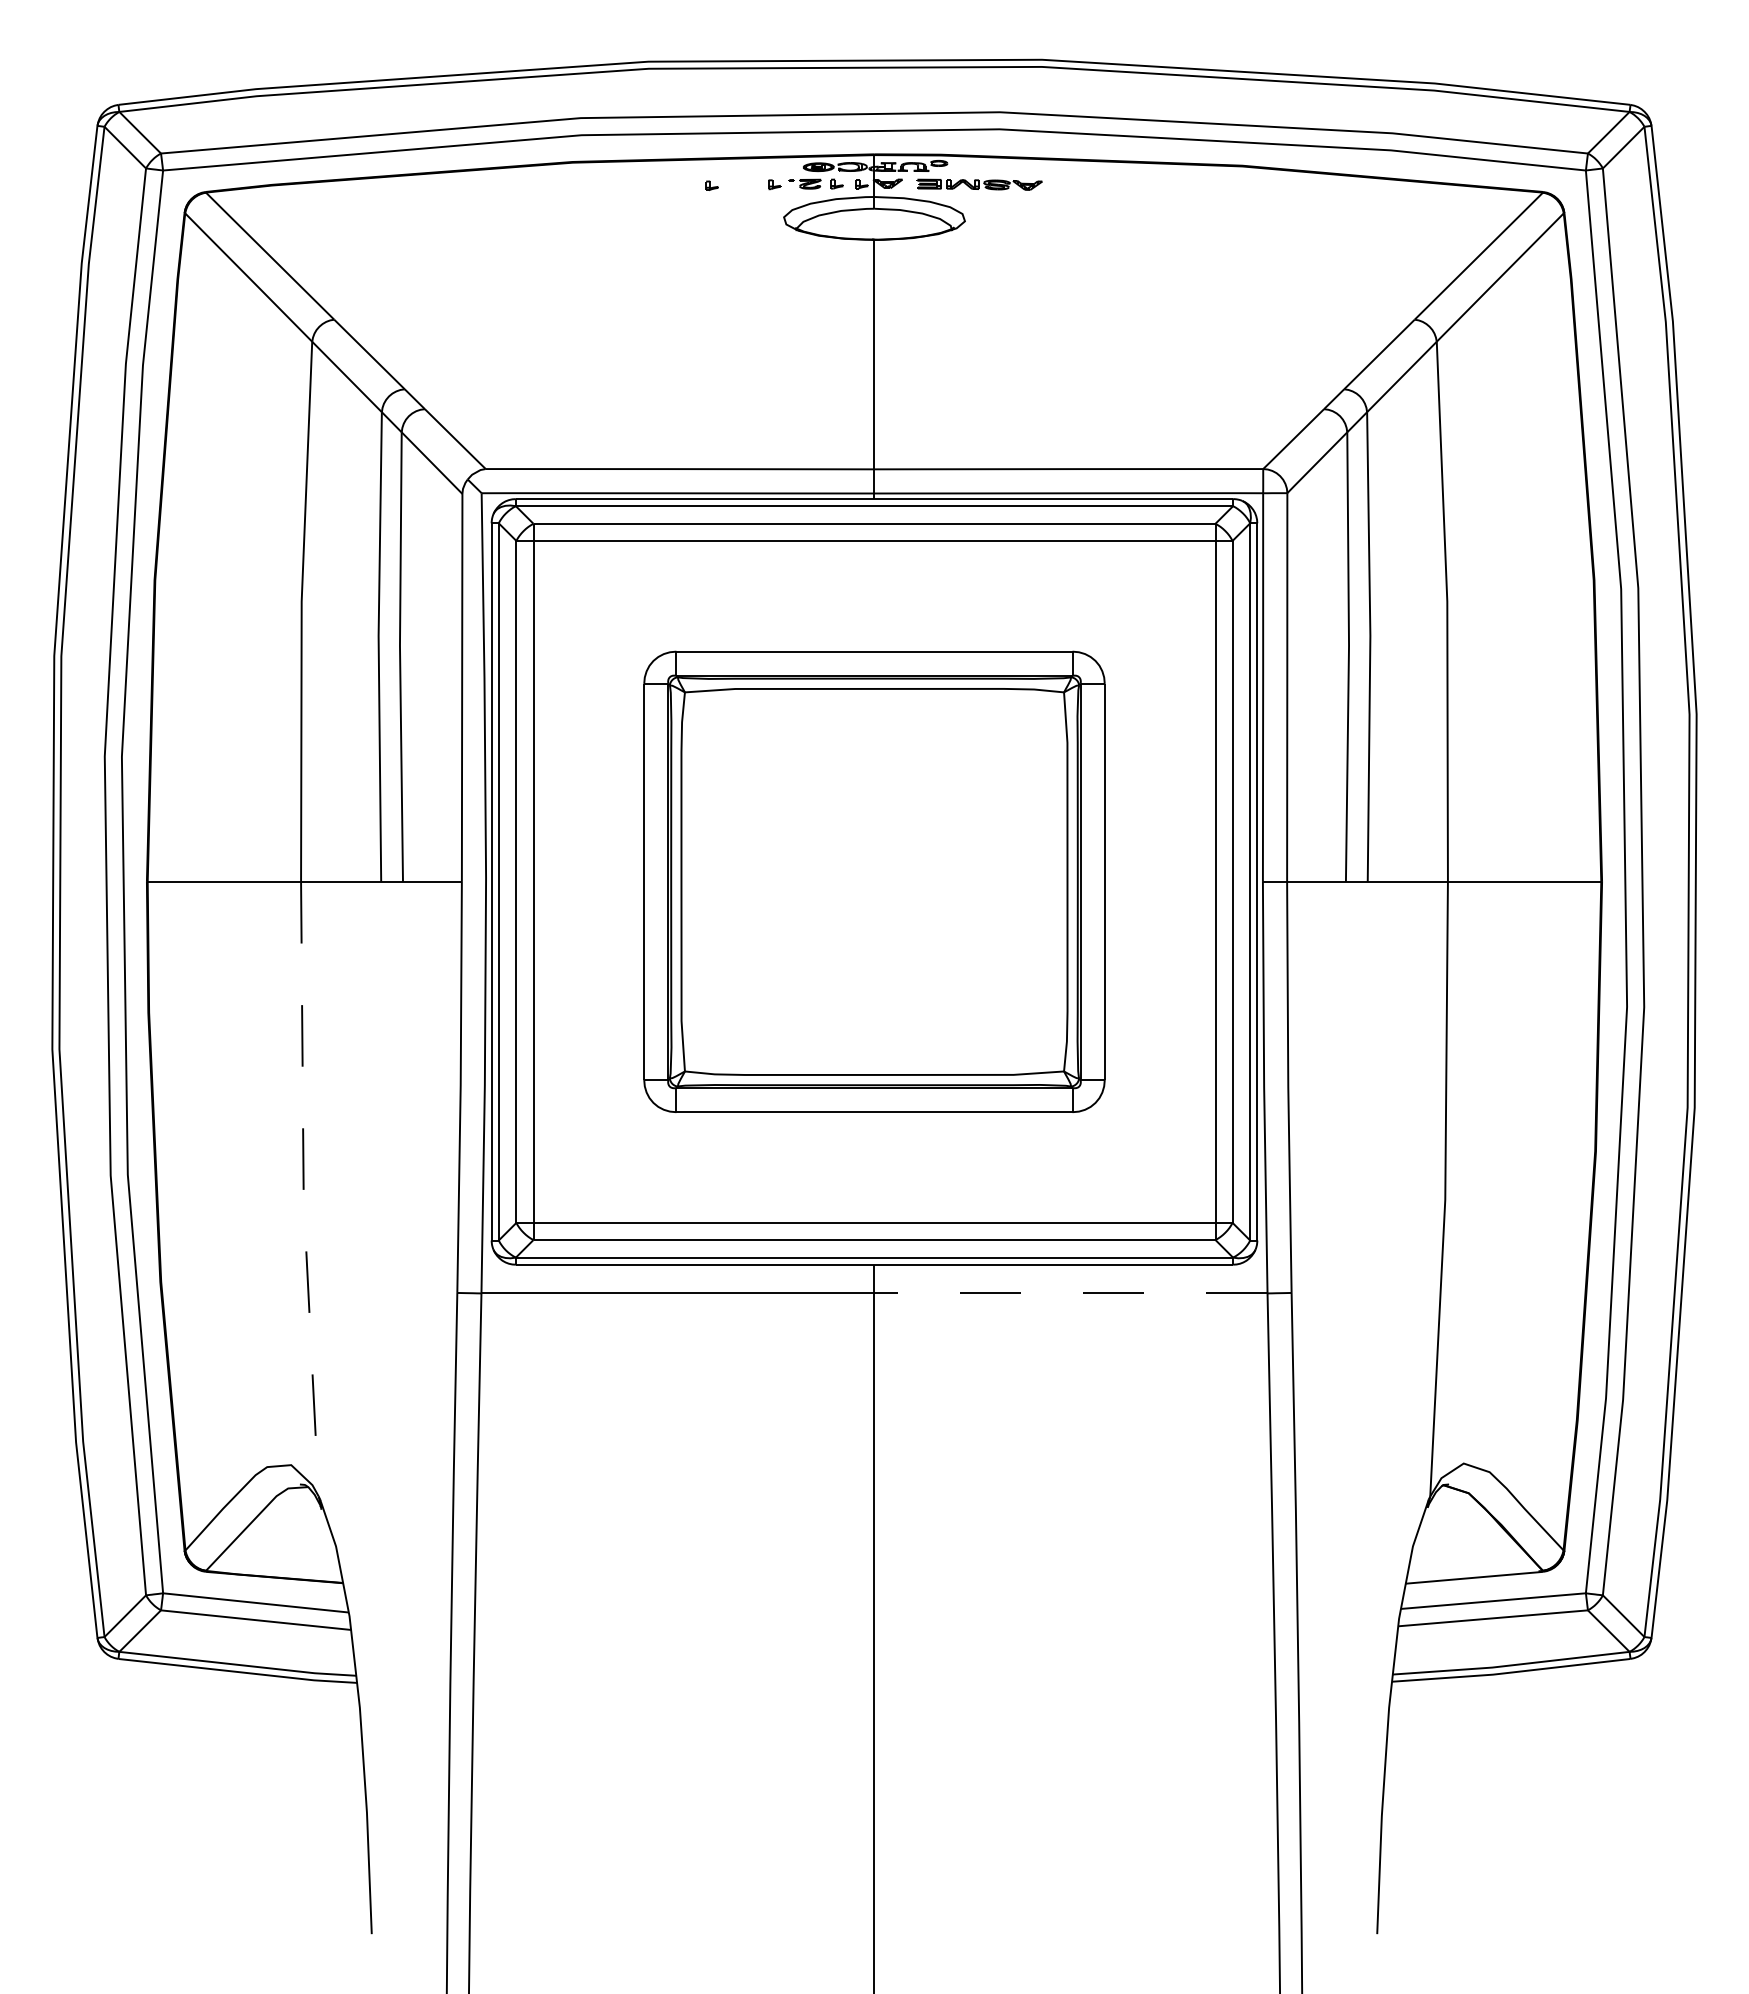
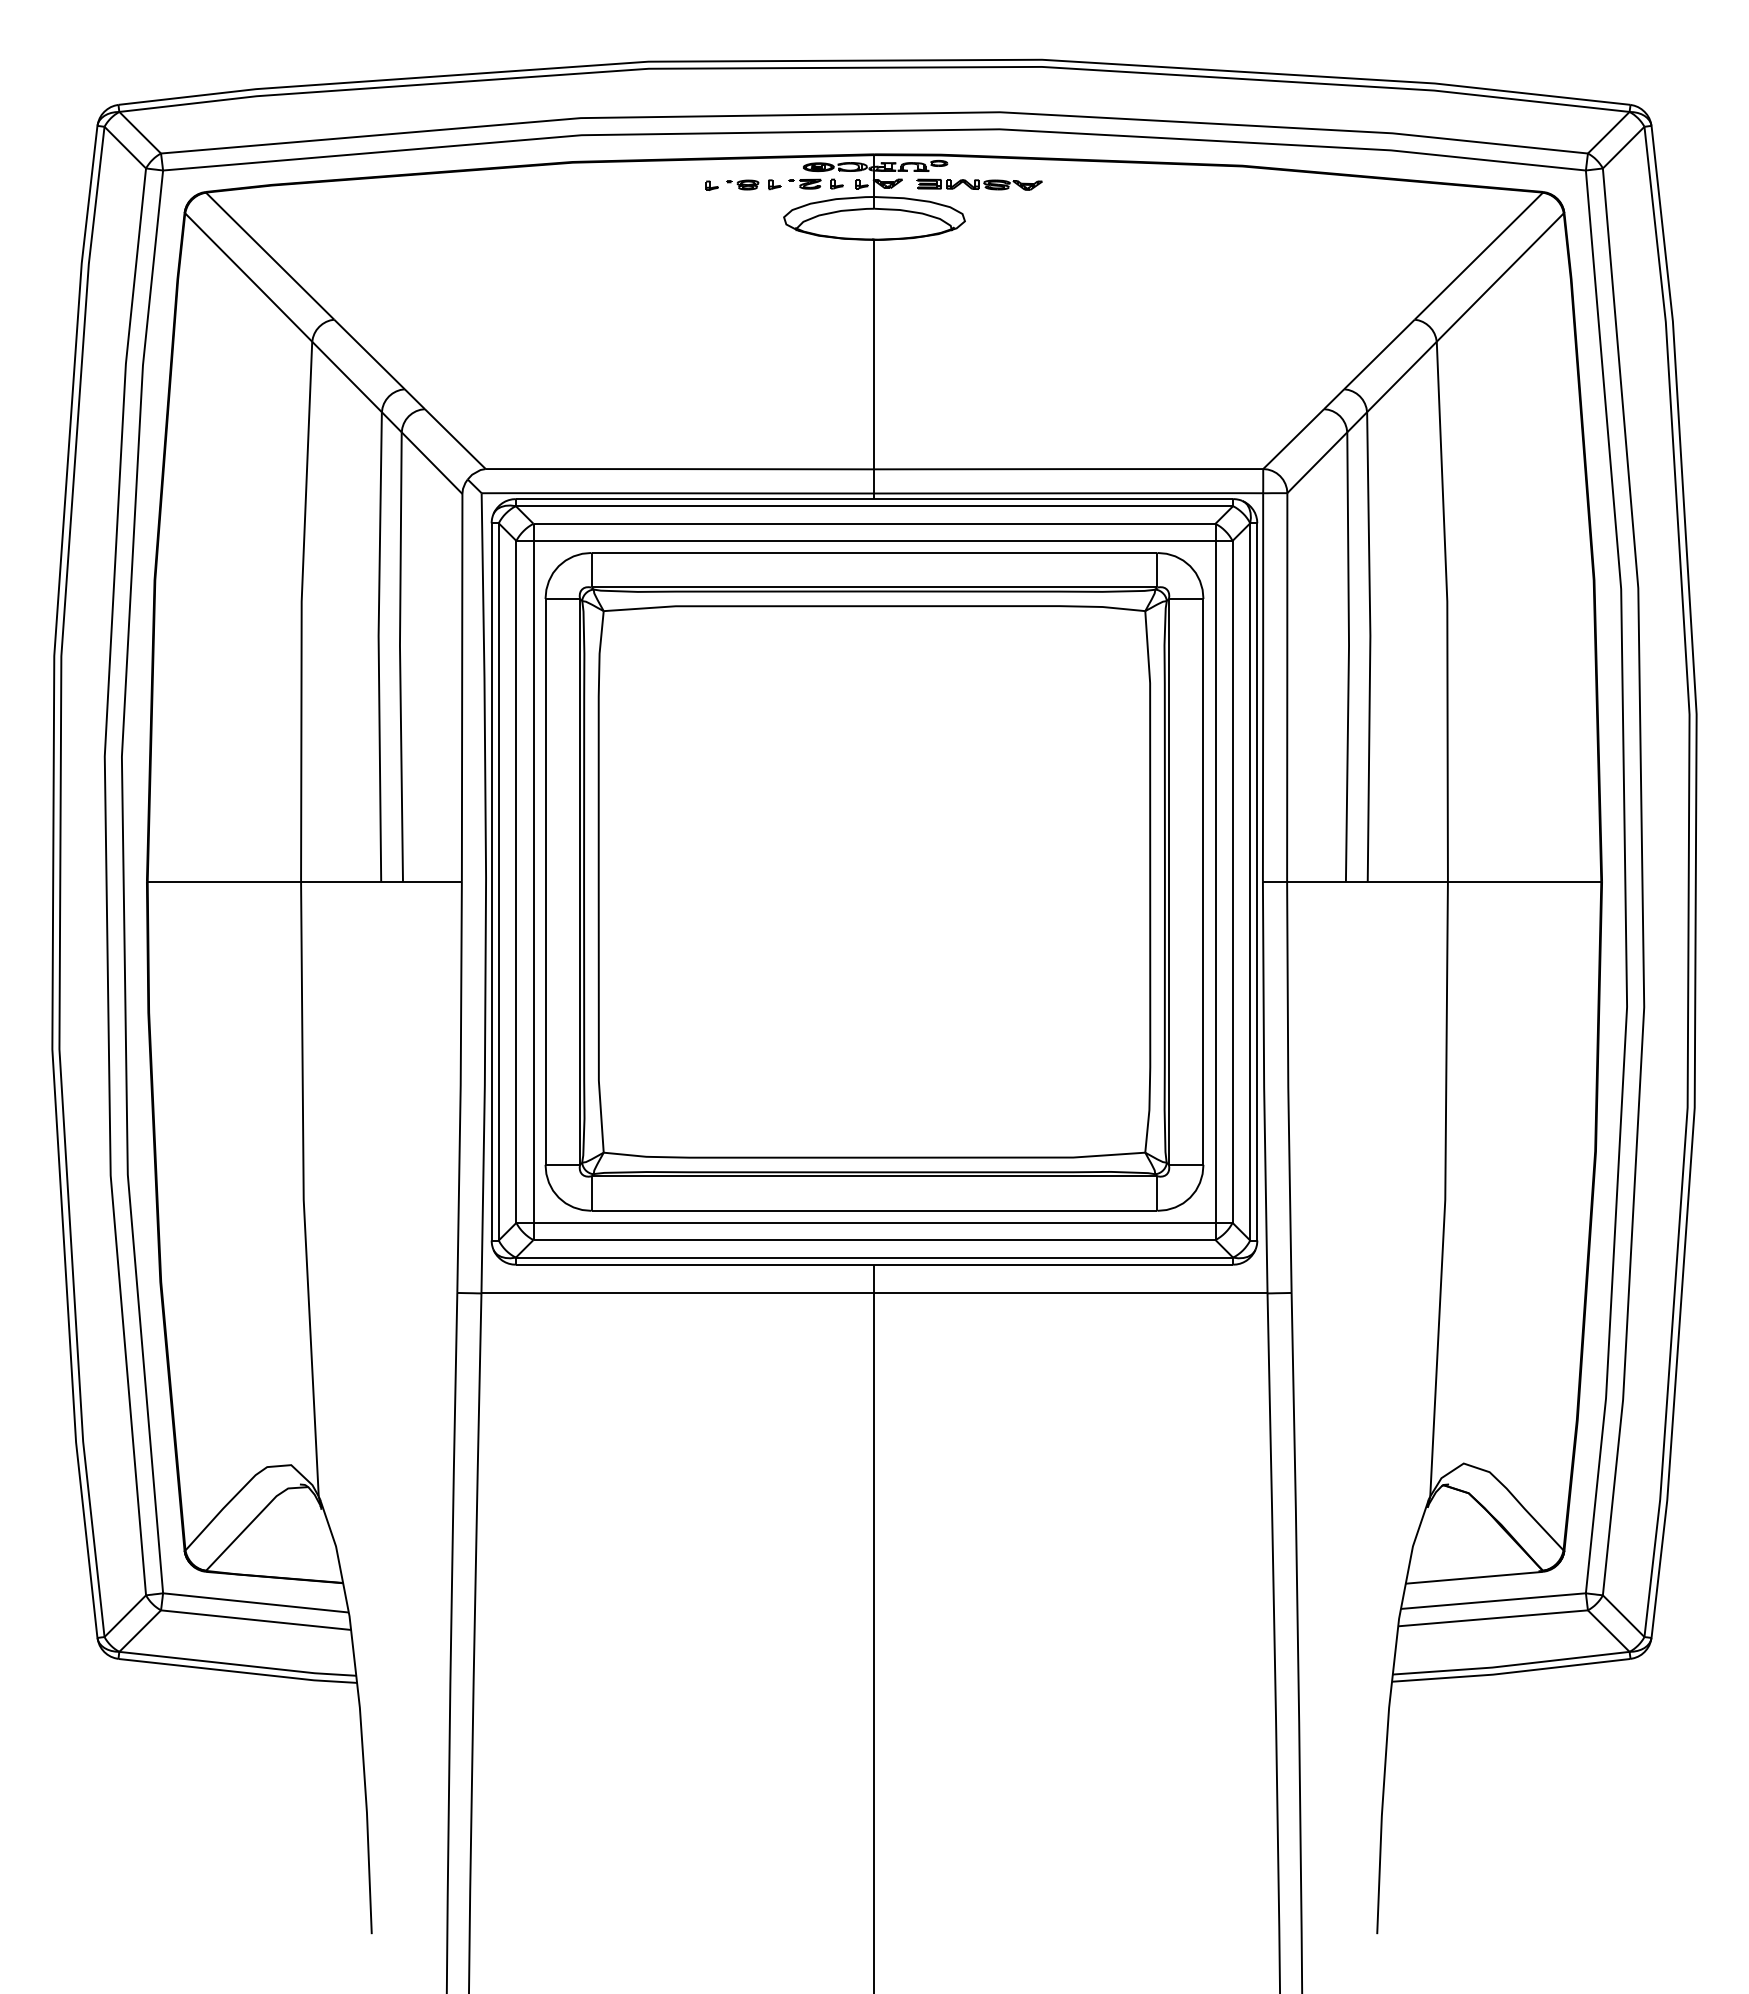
part at (742, 184): none -> present
part at (874, 881) size: 463x463 px -> 661x660 px
line at (303, 1190): dashed -> solid
line at (1071, 1293): dashed -> solid
